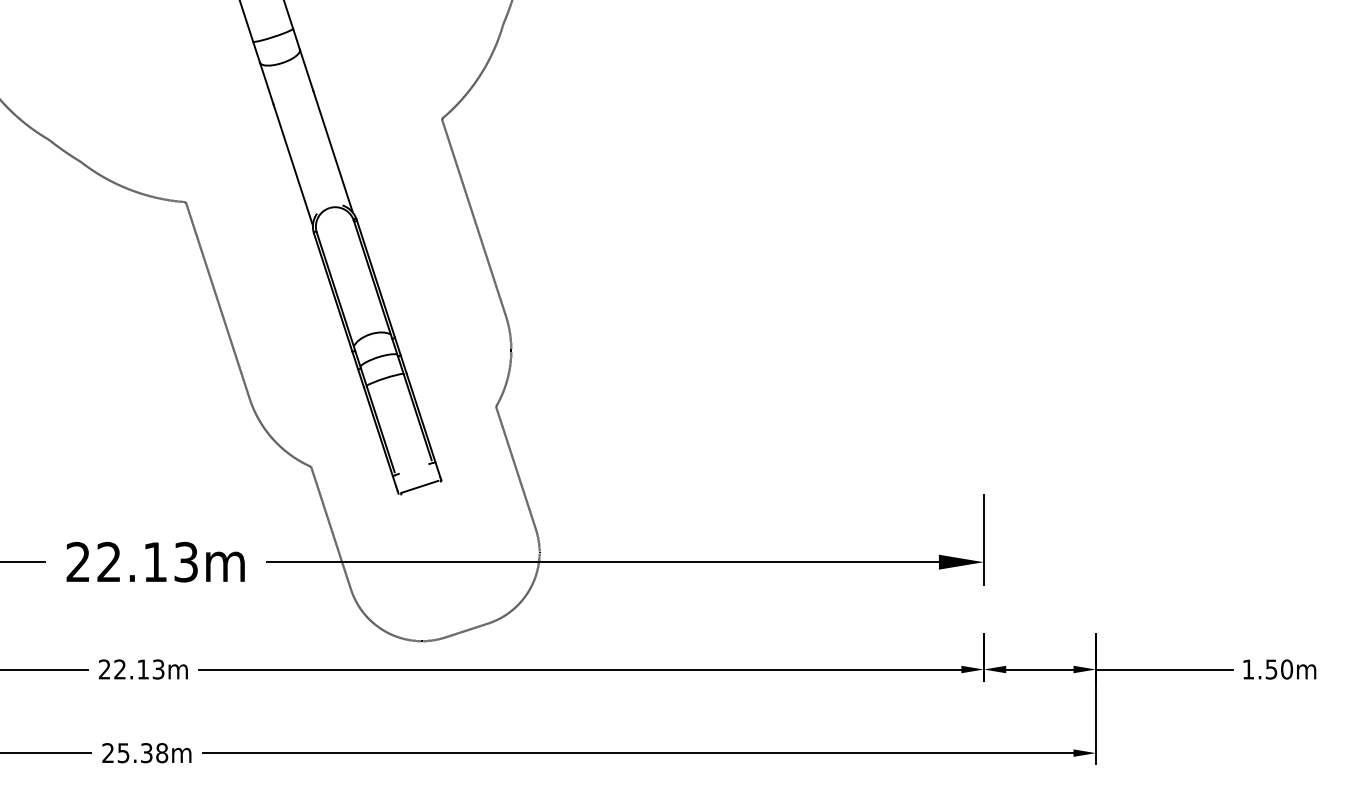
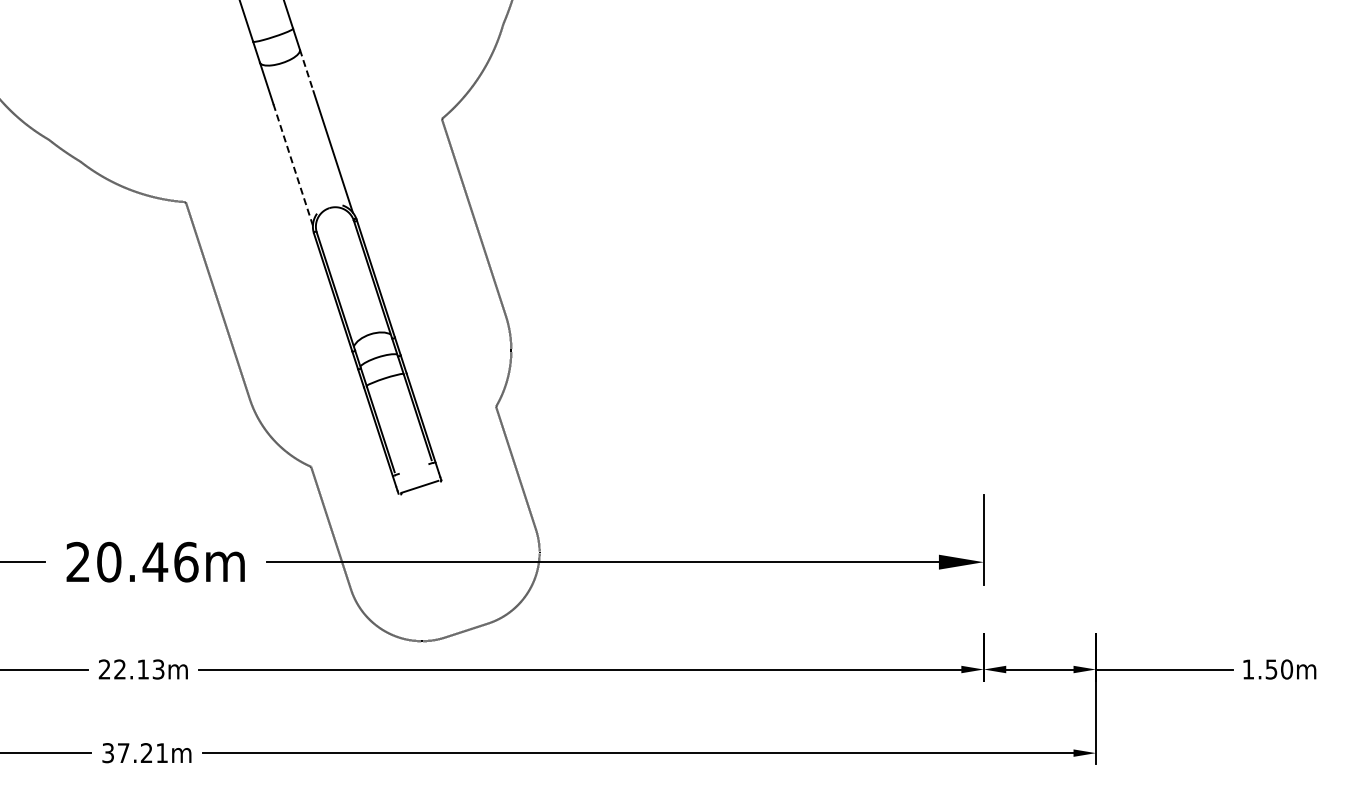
line at (306, 70): solid -> dashed
line at (293, 164): solid -> dashed
text at (147, 561): 22.13m -> 20.46m
text at (135, 753): 25.38m -> 37.21m
